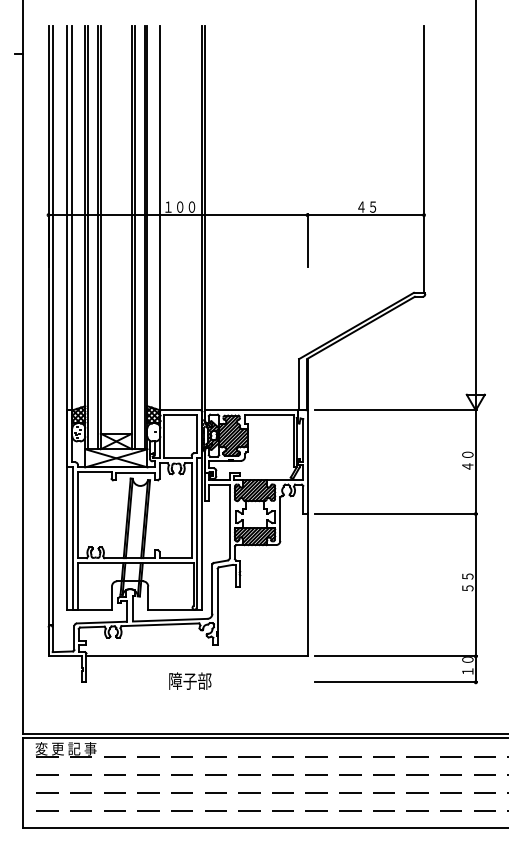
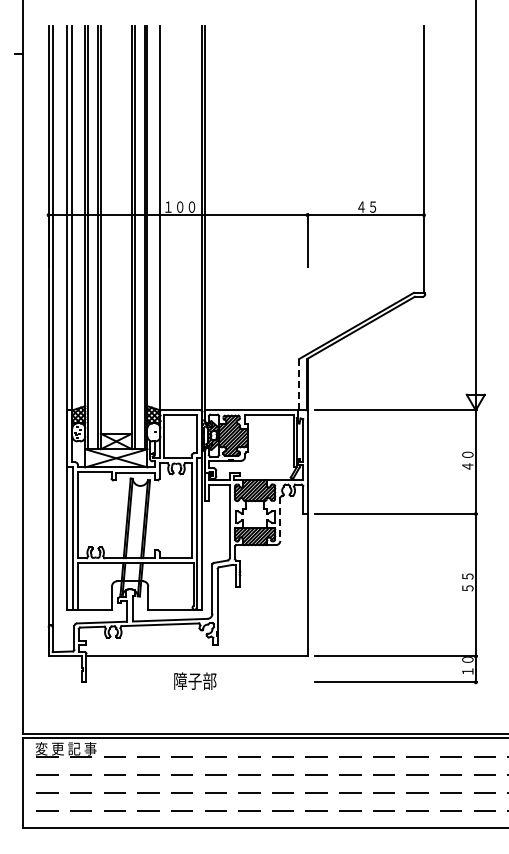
line at (299, 384): solid -> dashed
line at (280, 519): solid -> dashed
text at (190, 680) position: (190, 680) -> (195, 680)
